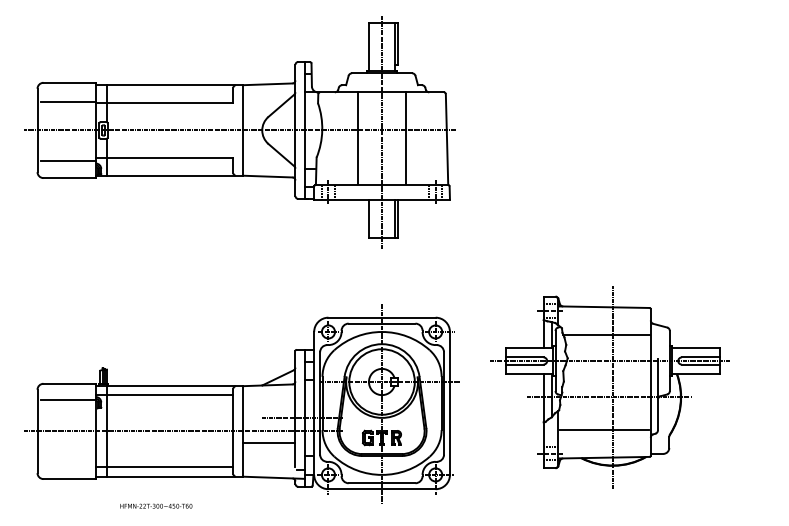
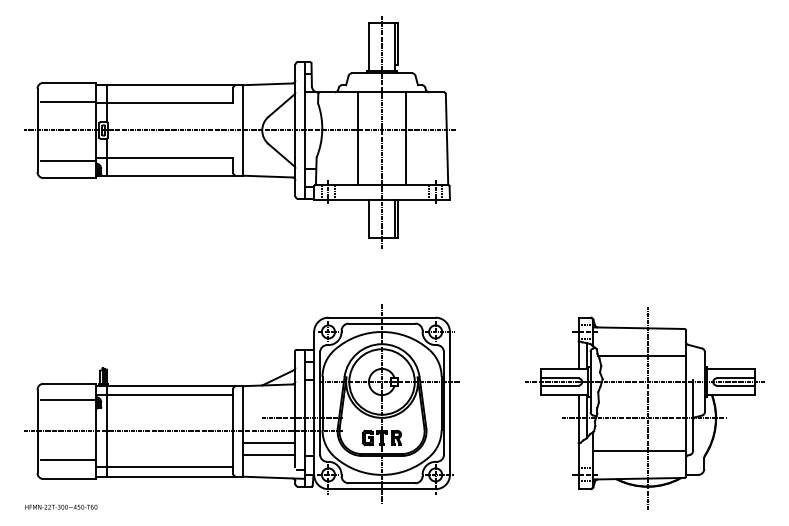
part at (609, 387) position: (609, 387) -> (644, 408)
line at (269, 454): none -> present
line at (67, 460): none -> present
text at (156, 505) position: (156, 505) -> (61, 506)
